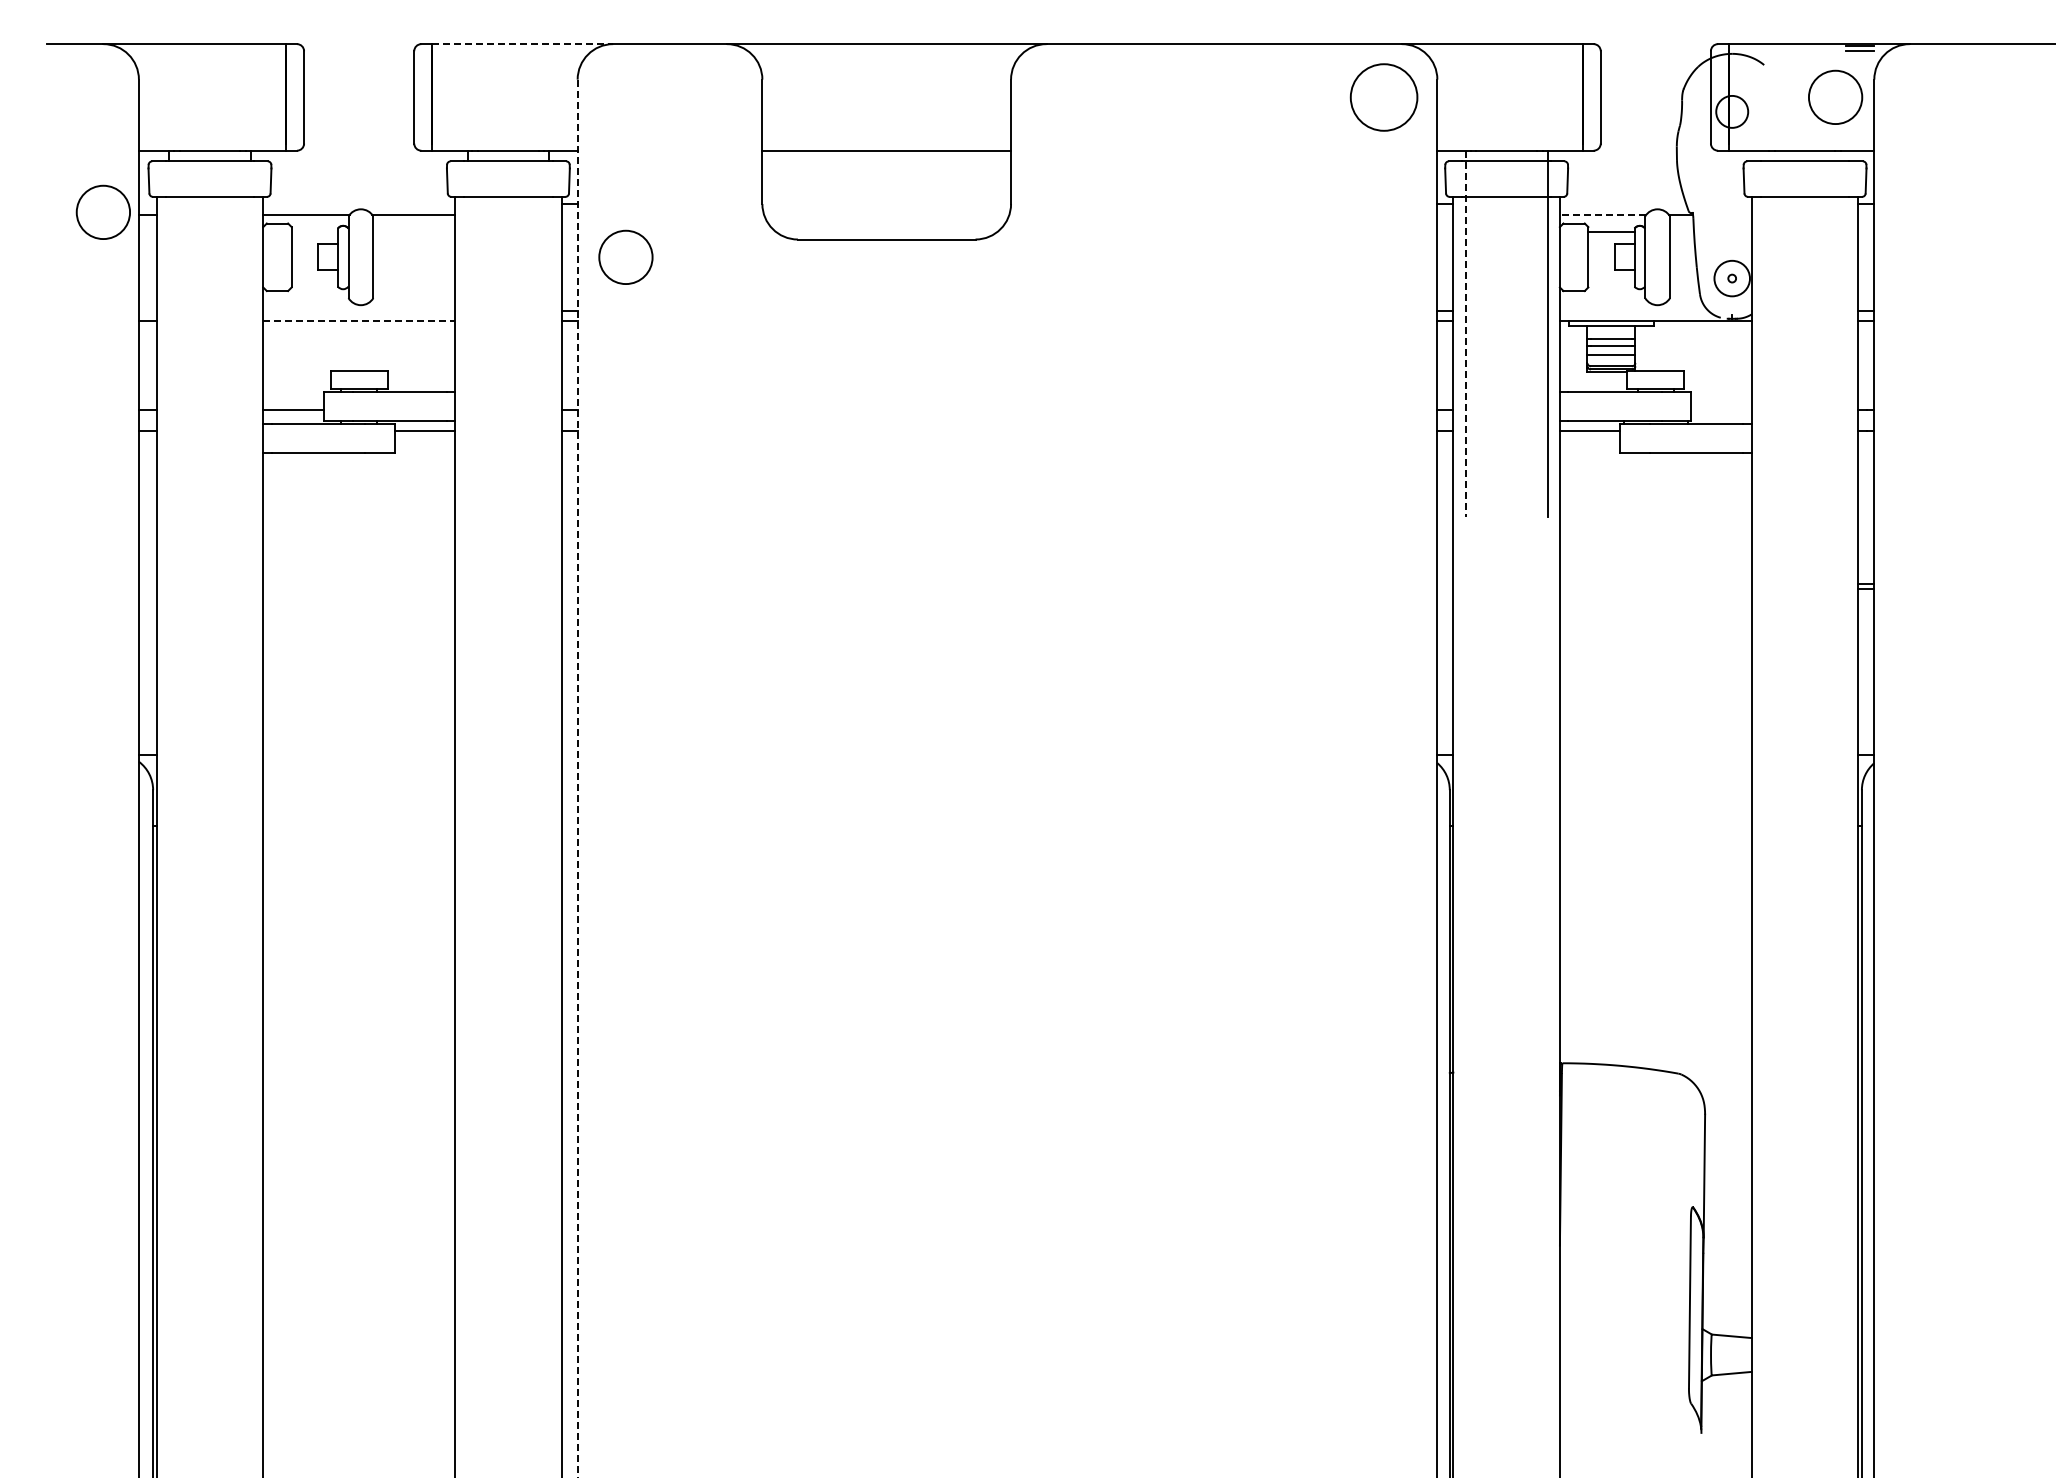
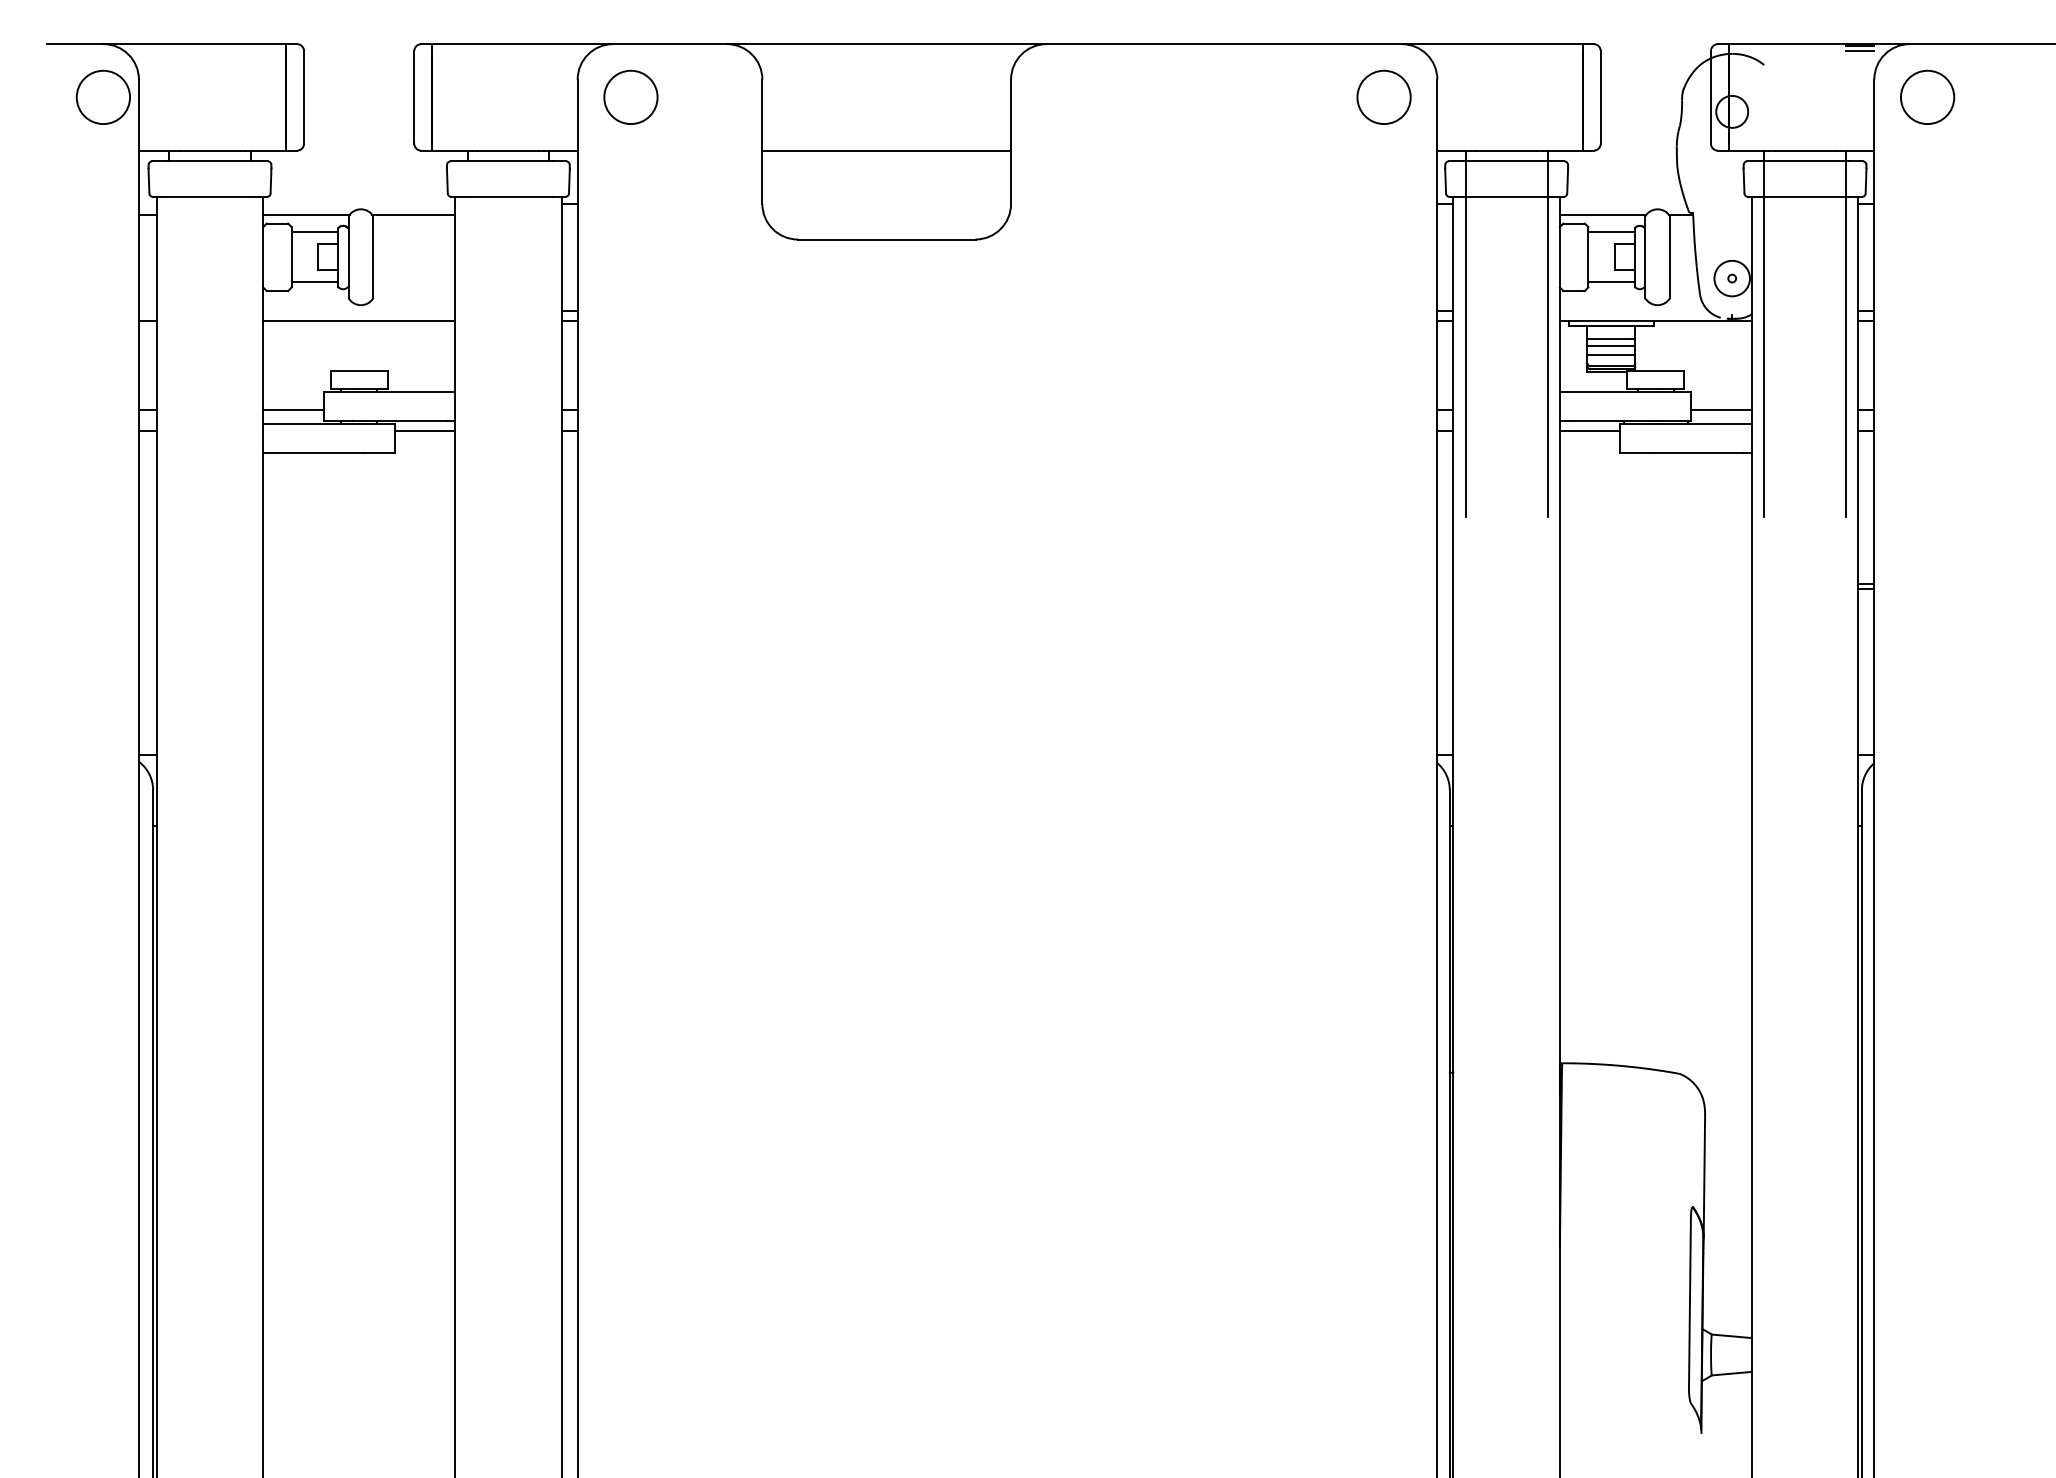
line at (522, 44): dashed -> solid
circle at (1835, 96) position: (1835, 96) -> (1927, 96)
circle at (1383, 97) size: 70x69 px -> 56x56 px
circle at (102, 211) position: (102, 211) -> (102, 96)
line at (1602, 214): dashed -> solid
line at (314, 232): none -> present
circle at (625, 256) position: (625, 256) -> (630, 96)
line at (314, 282): none -> present
line at (1611, 282): none -> present
line at (359, 321): dashed -> solid
line at (1465, 333): dashed -> solid
line at (1764, 333): none -> present
line at (1845, 333): none -> present
line at (1721, 410): none -> present
line at (577, 778): dashed -> solid
